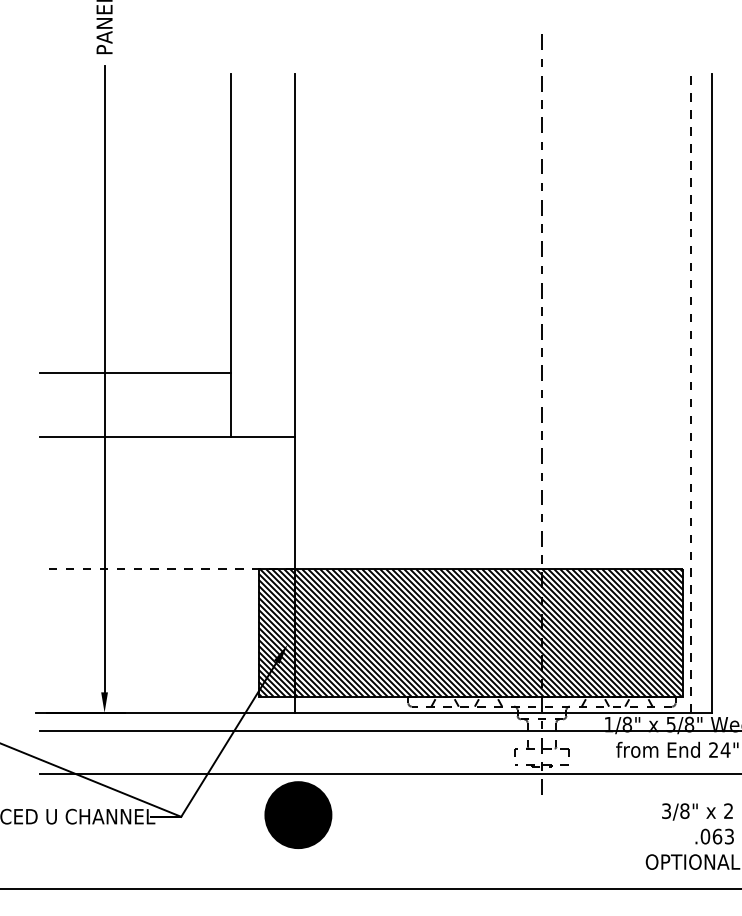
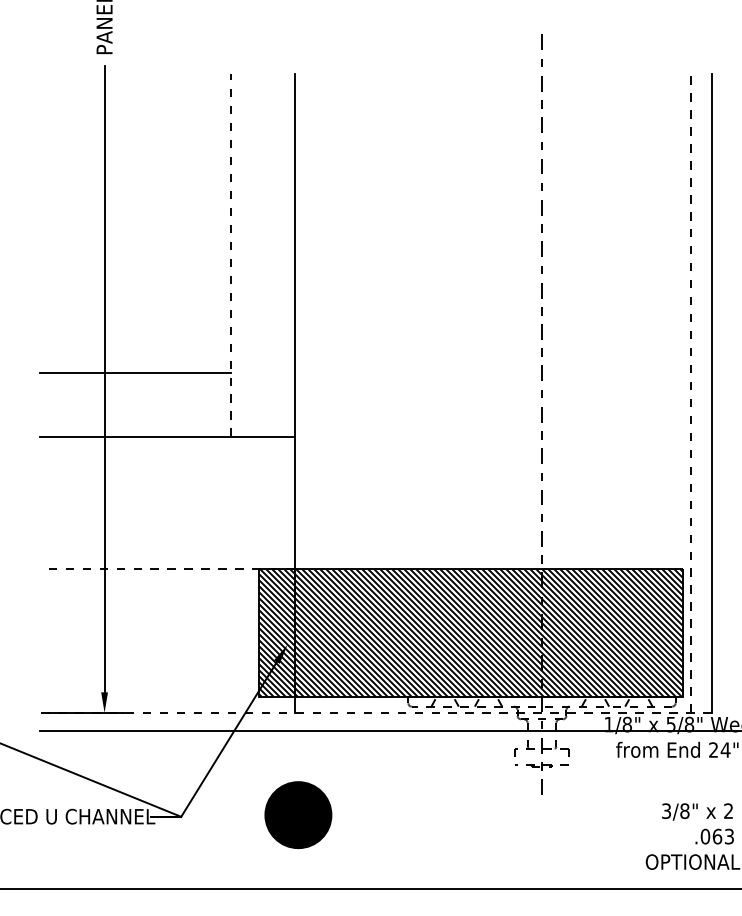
line at (231, 255): solid -> dashed
line at (373, 712): solid -> dashed
line at (389, 773): present -> none
